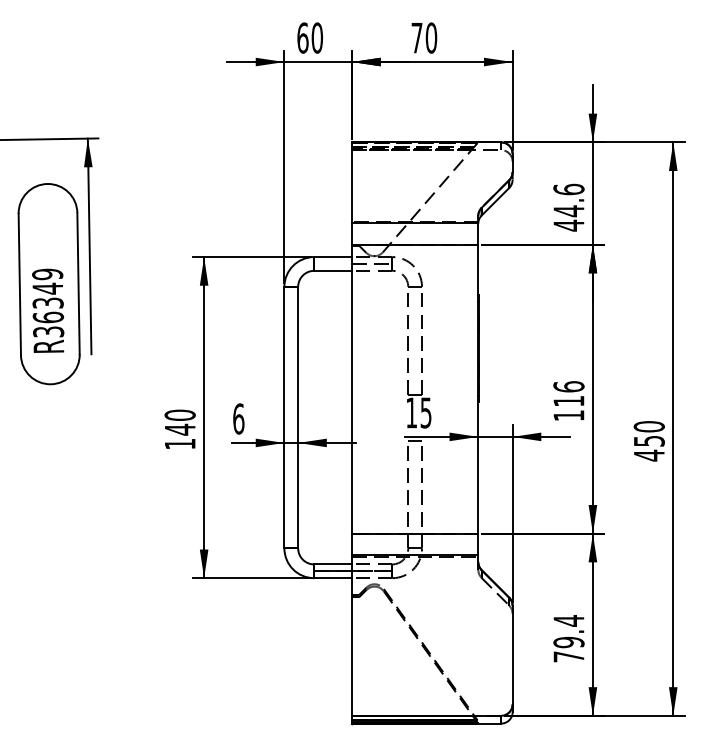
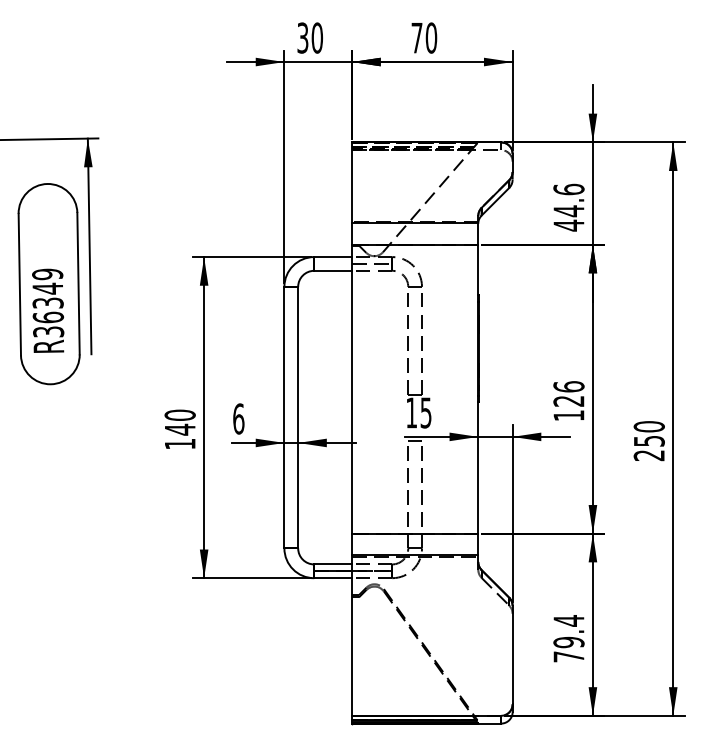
text at (302, 37): 60 -> 30
text at (568, 401): 116 -> 126
text at (648, 455): 450 -> 250
